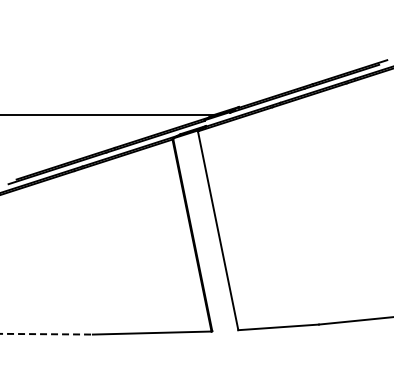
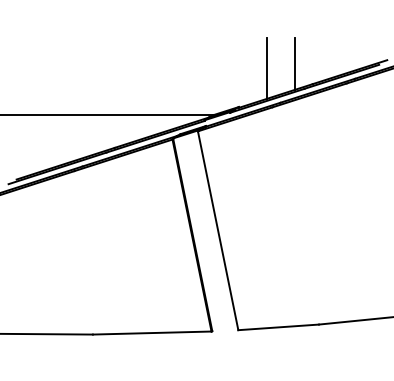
line at (294, 63): none -> present
line at (266, 67): none -> present
line at (46, 334): dashed -> solid
